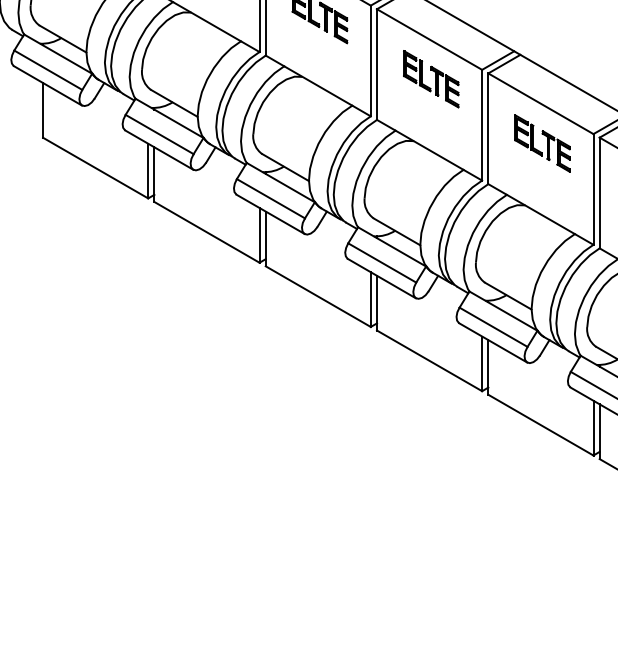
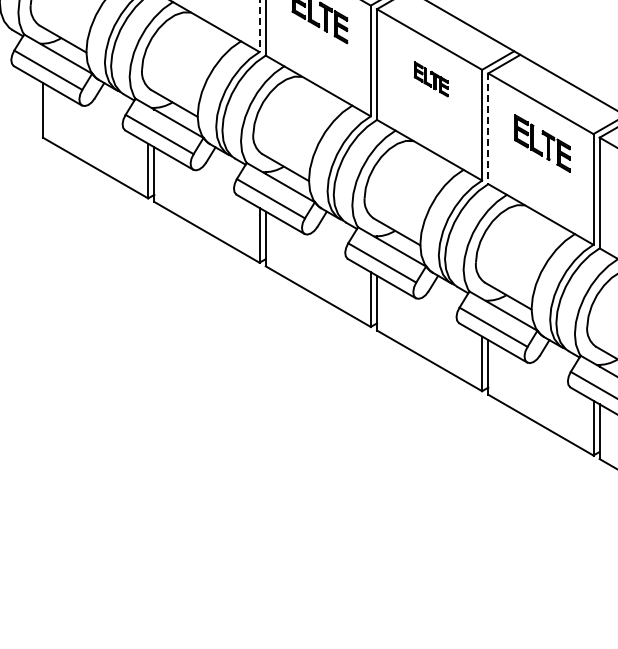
line at (259, 26): solid -> dashed
part at (431, 79) size: 57x59 px -> 36x37 px
line at (488, 129): solid -> dashed
